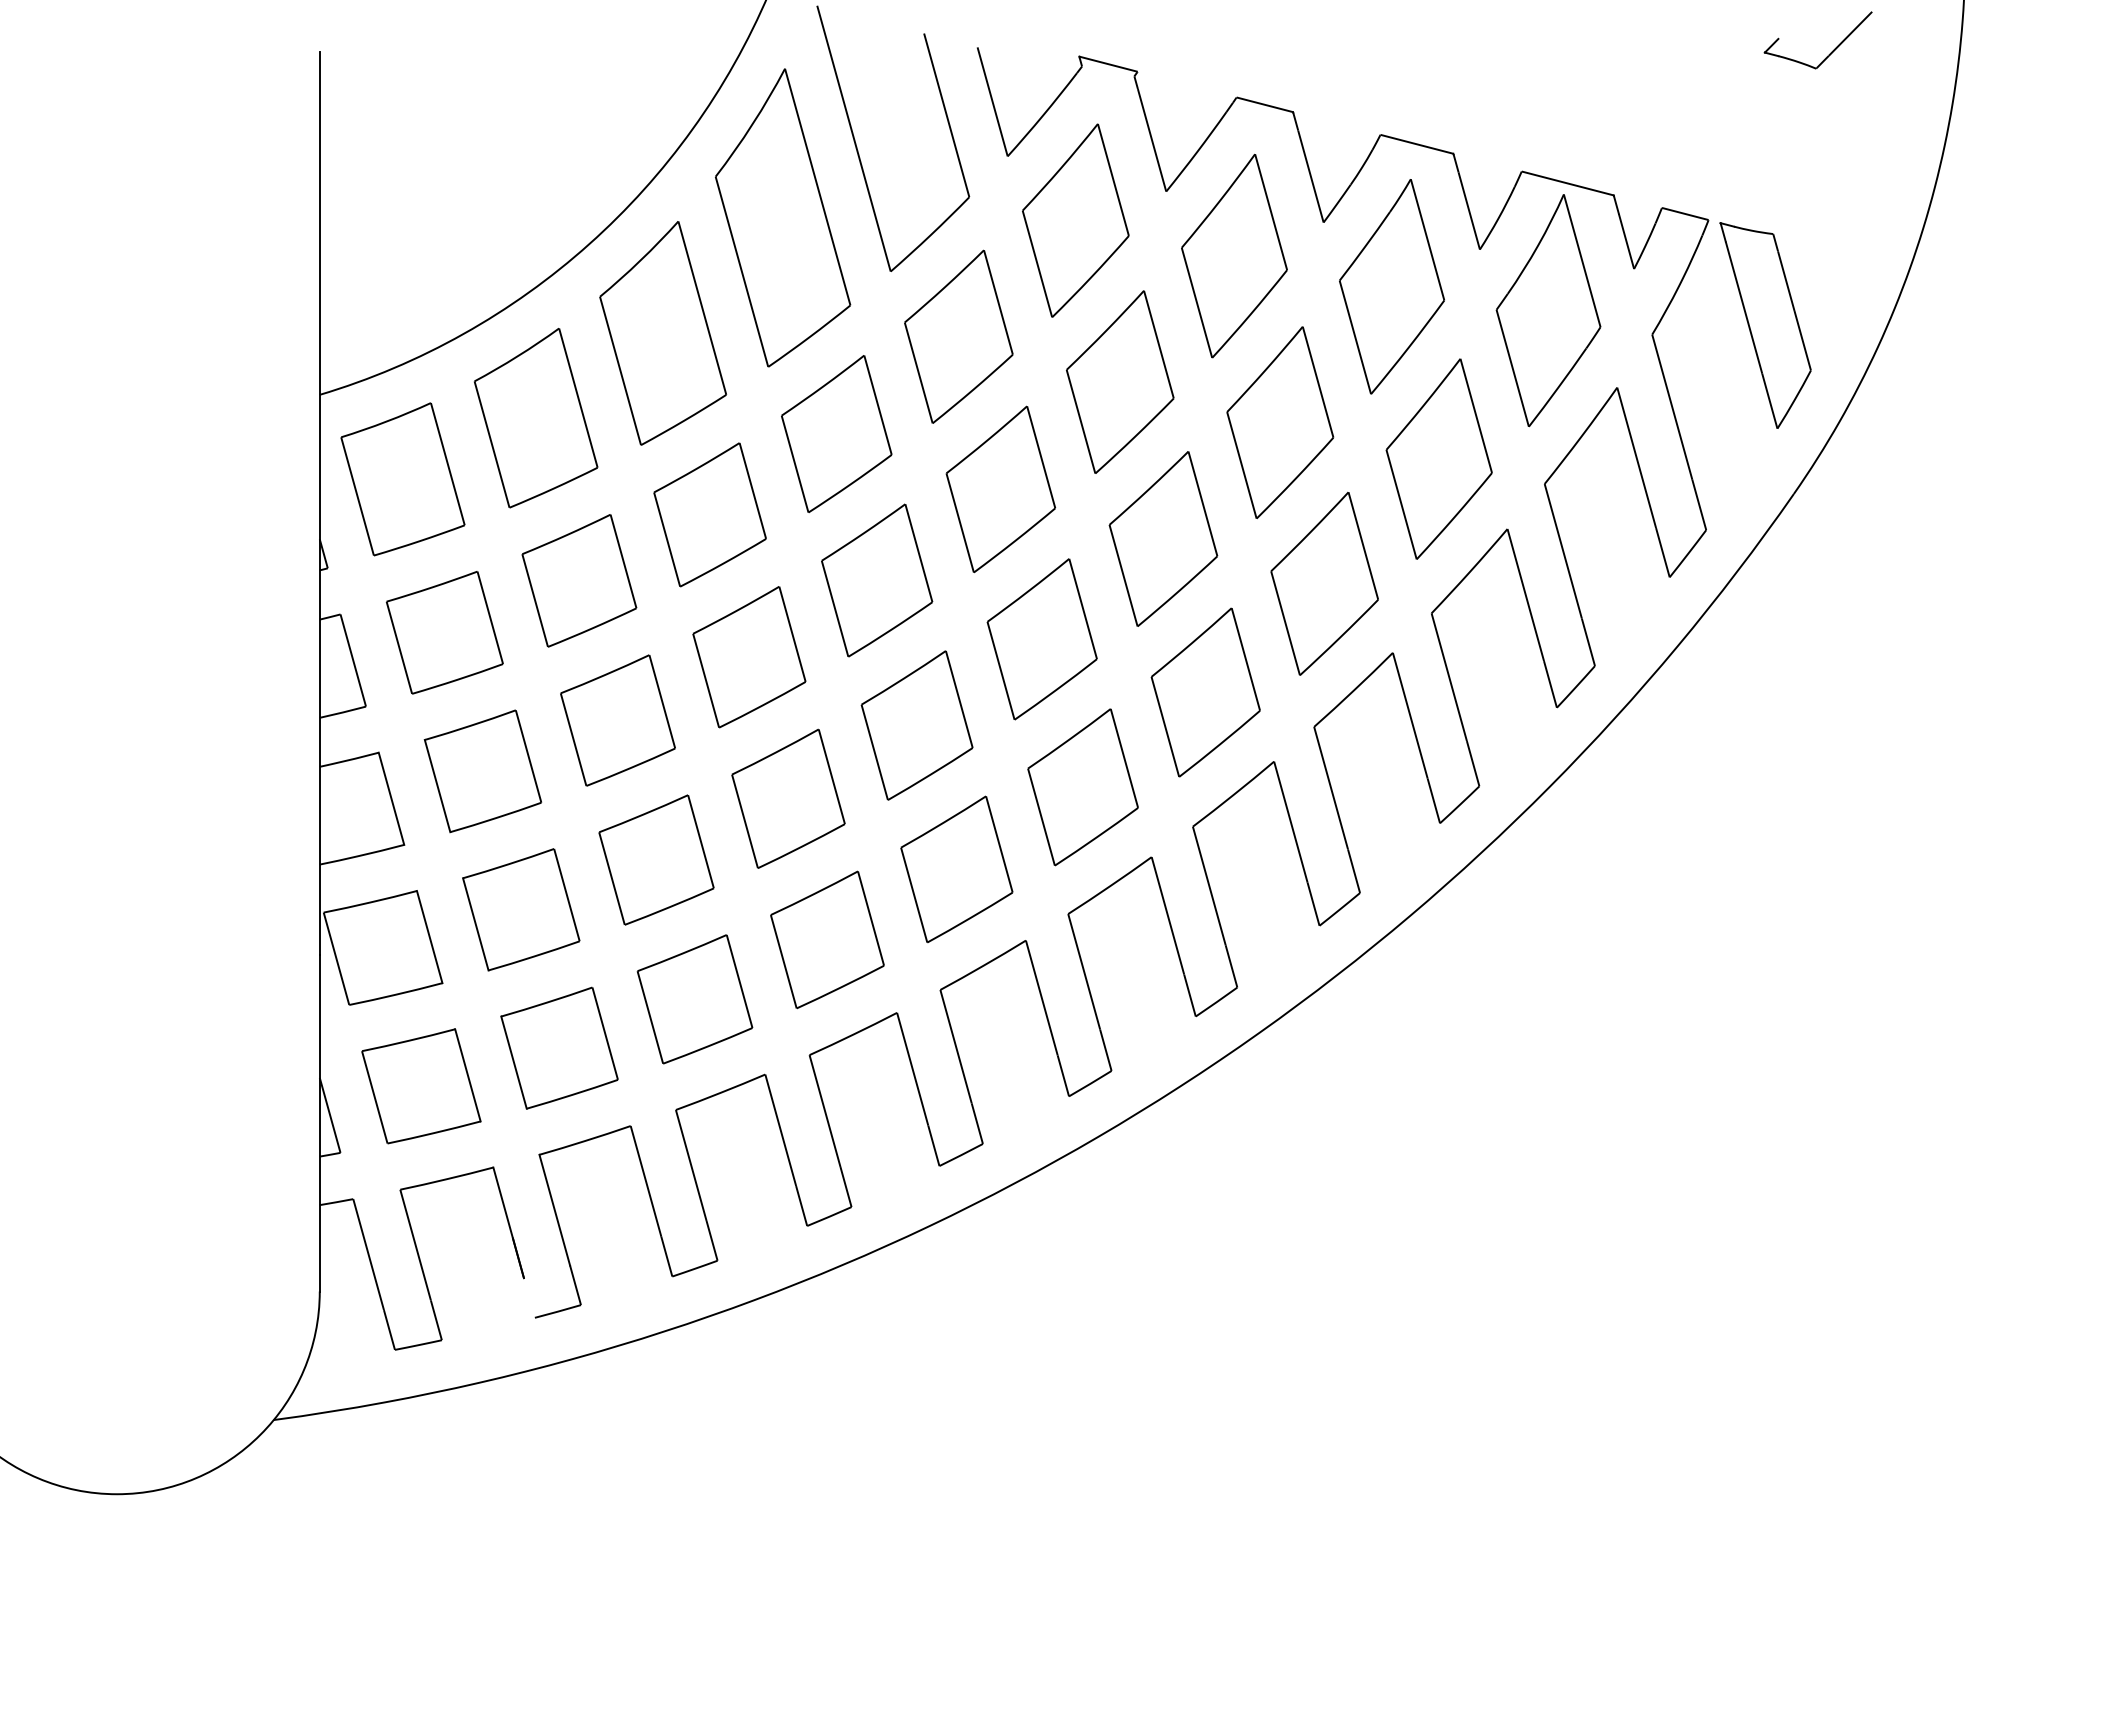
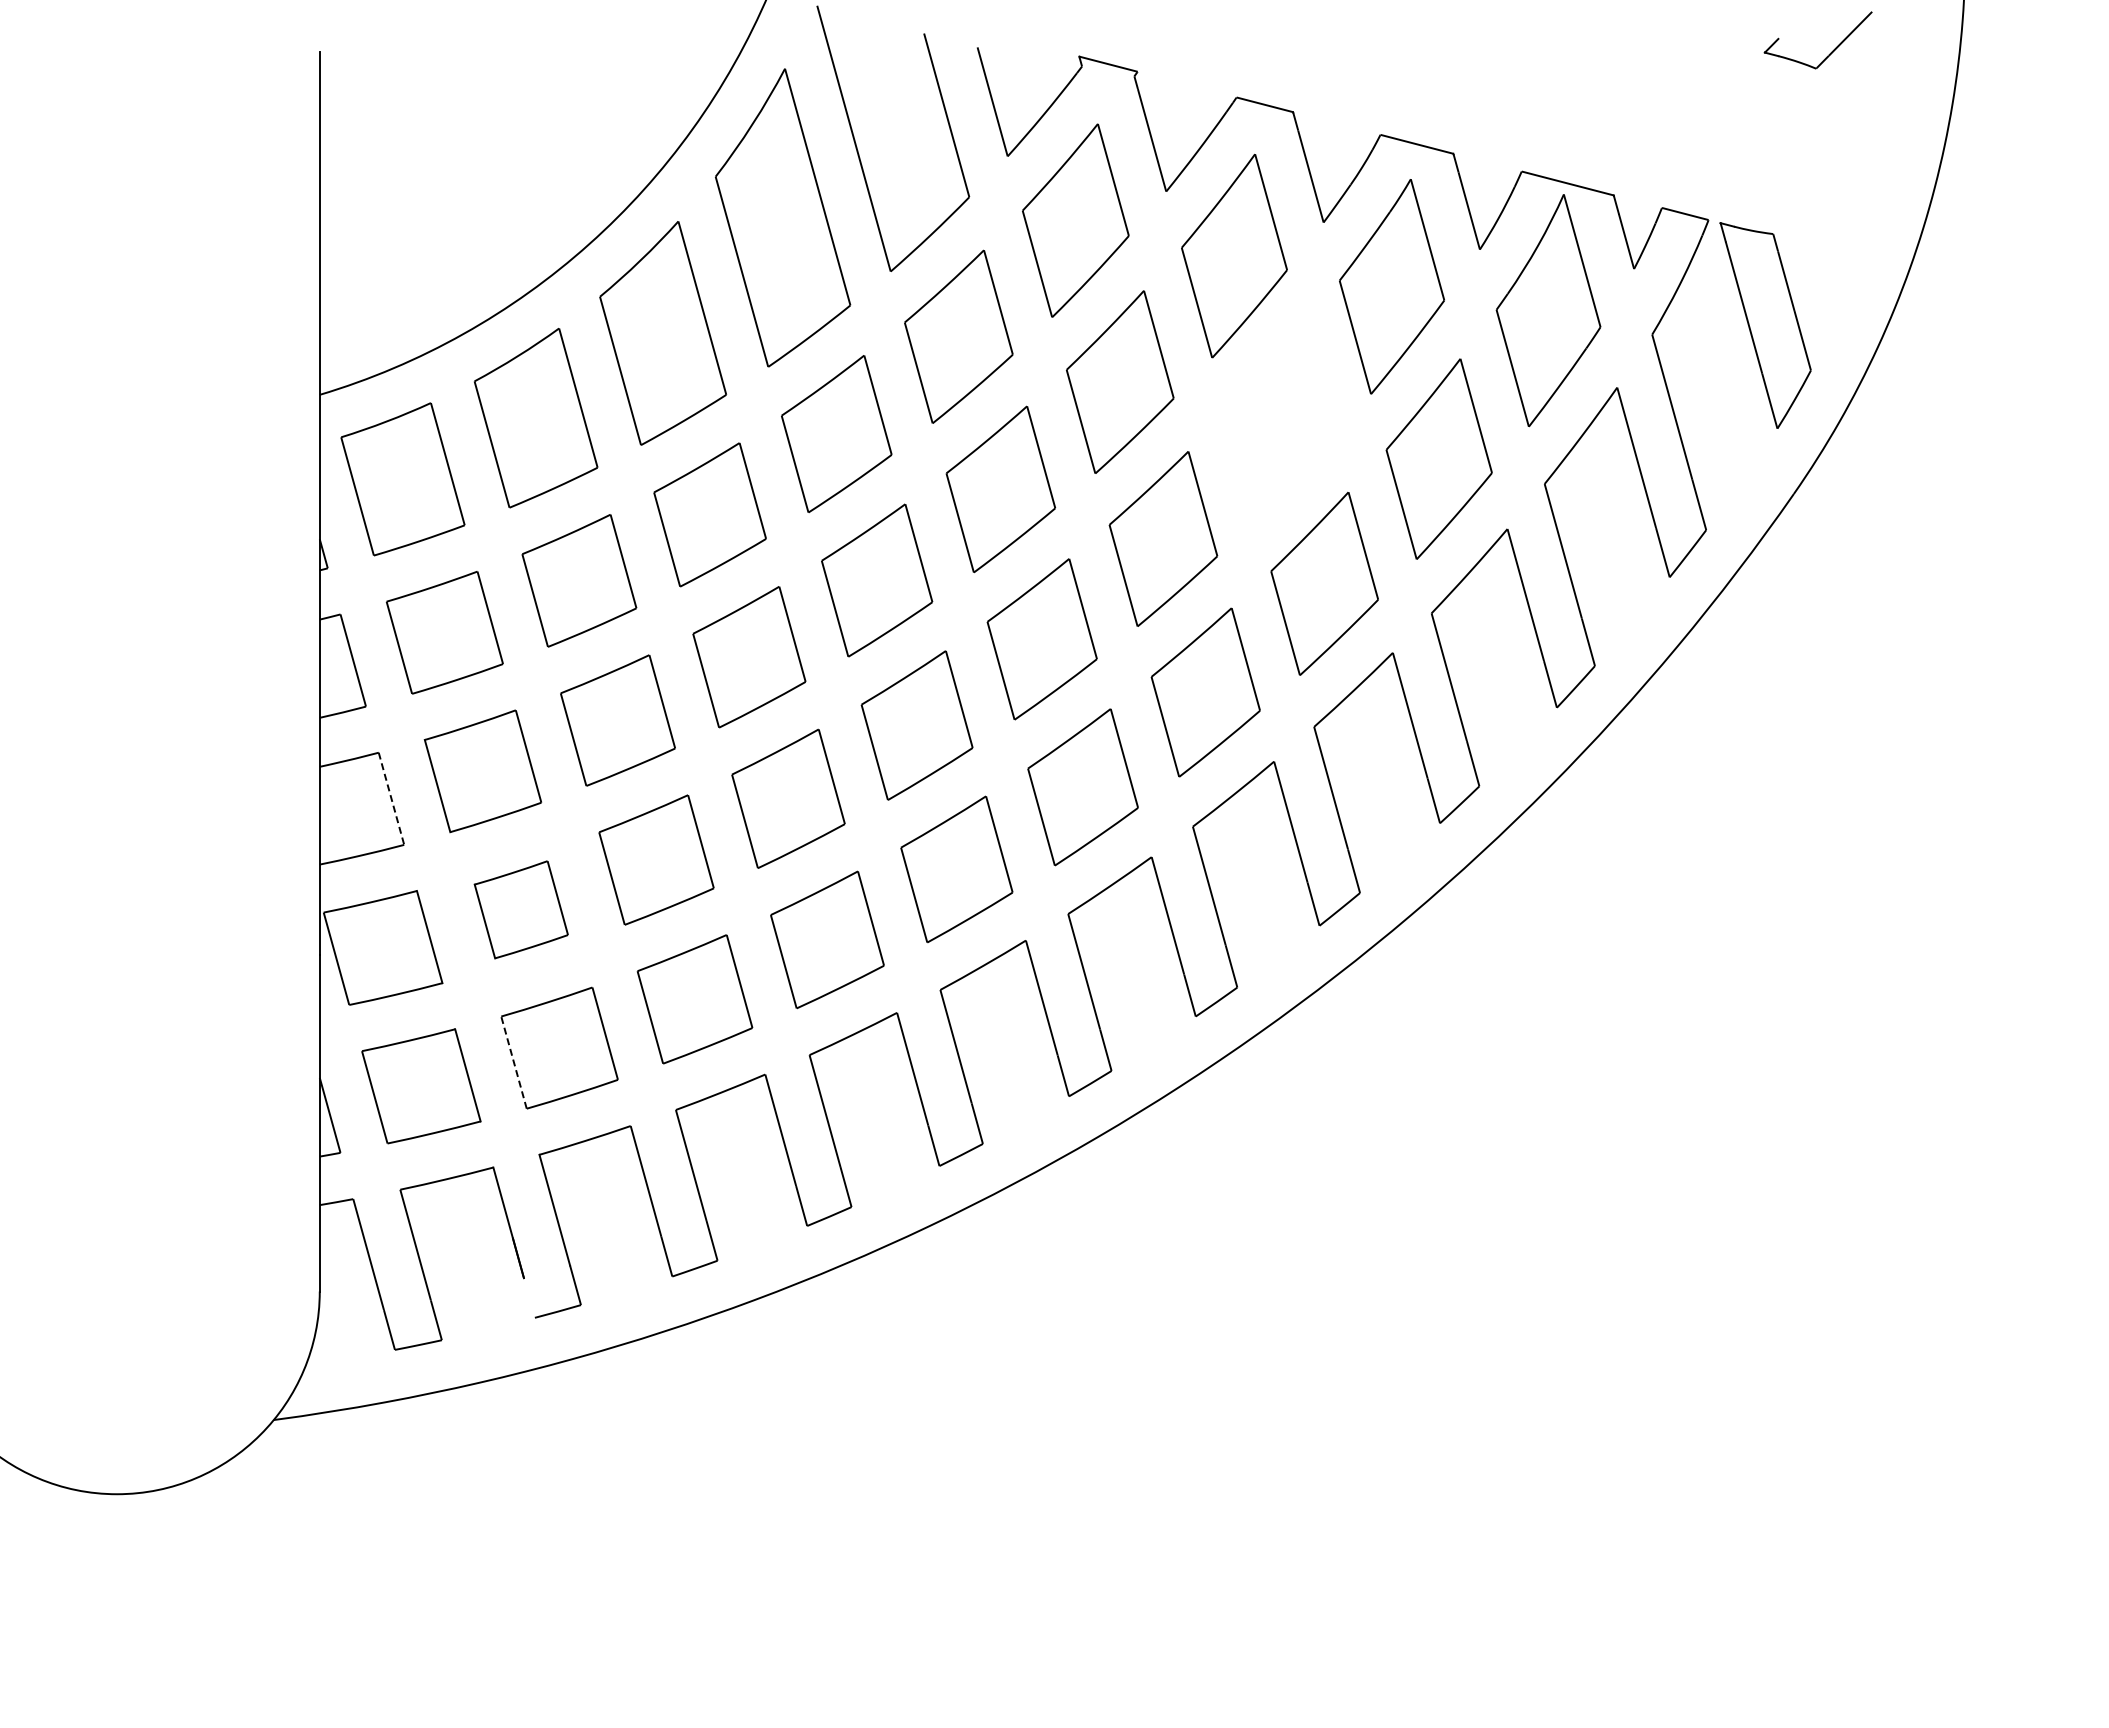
part at (1280, 422): present -> none
line at (391, 798): solid -> dashed
part at (521, 909) size: 119x124 px -> 96x100 px
line at (514, 1062): solid -> dashed
